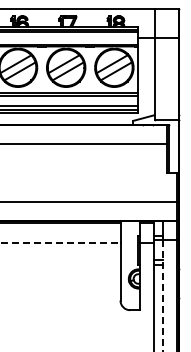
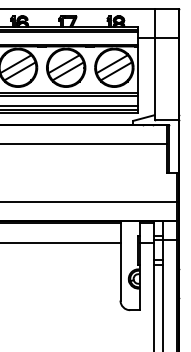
line at (60, 242): dashed -> solid
line at (162, 296): dashed -> solid
